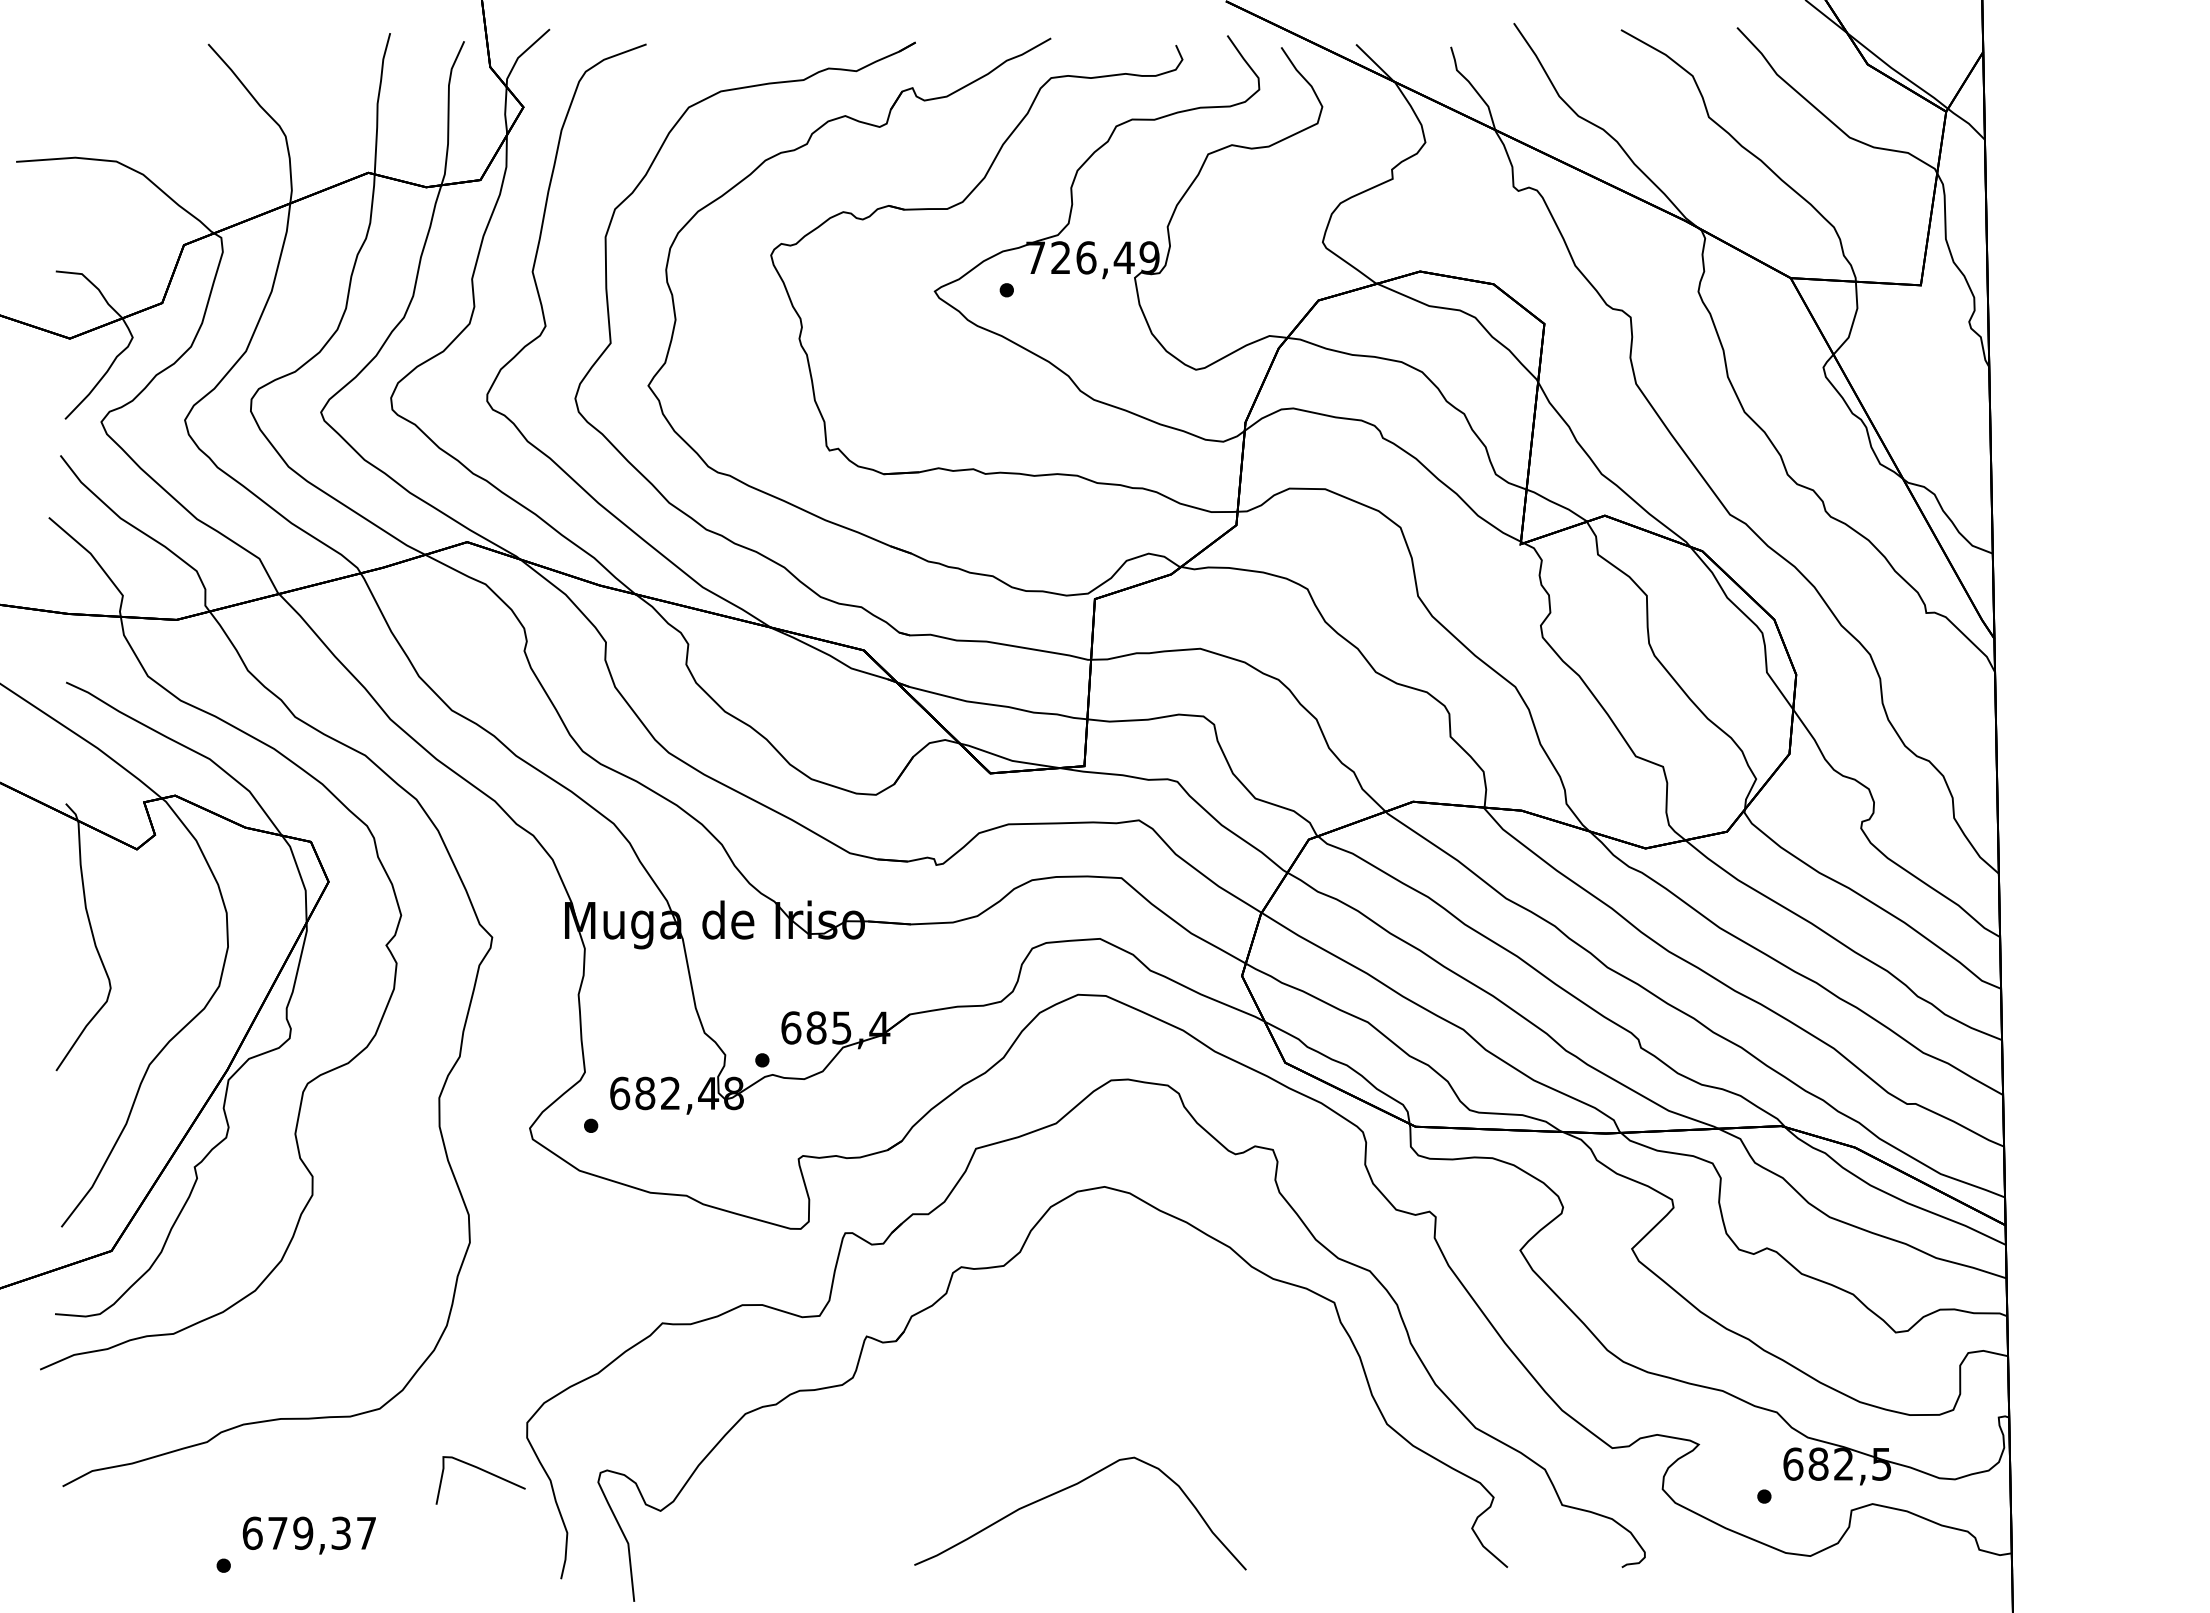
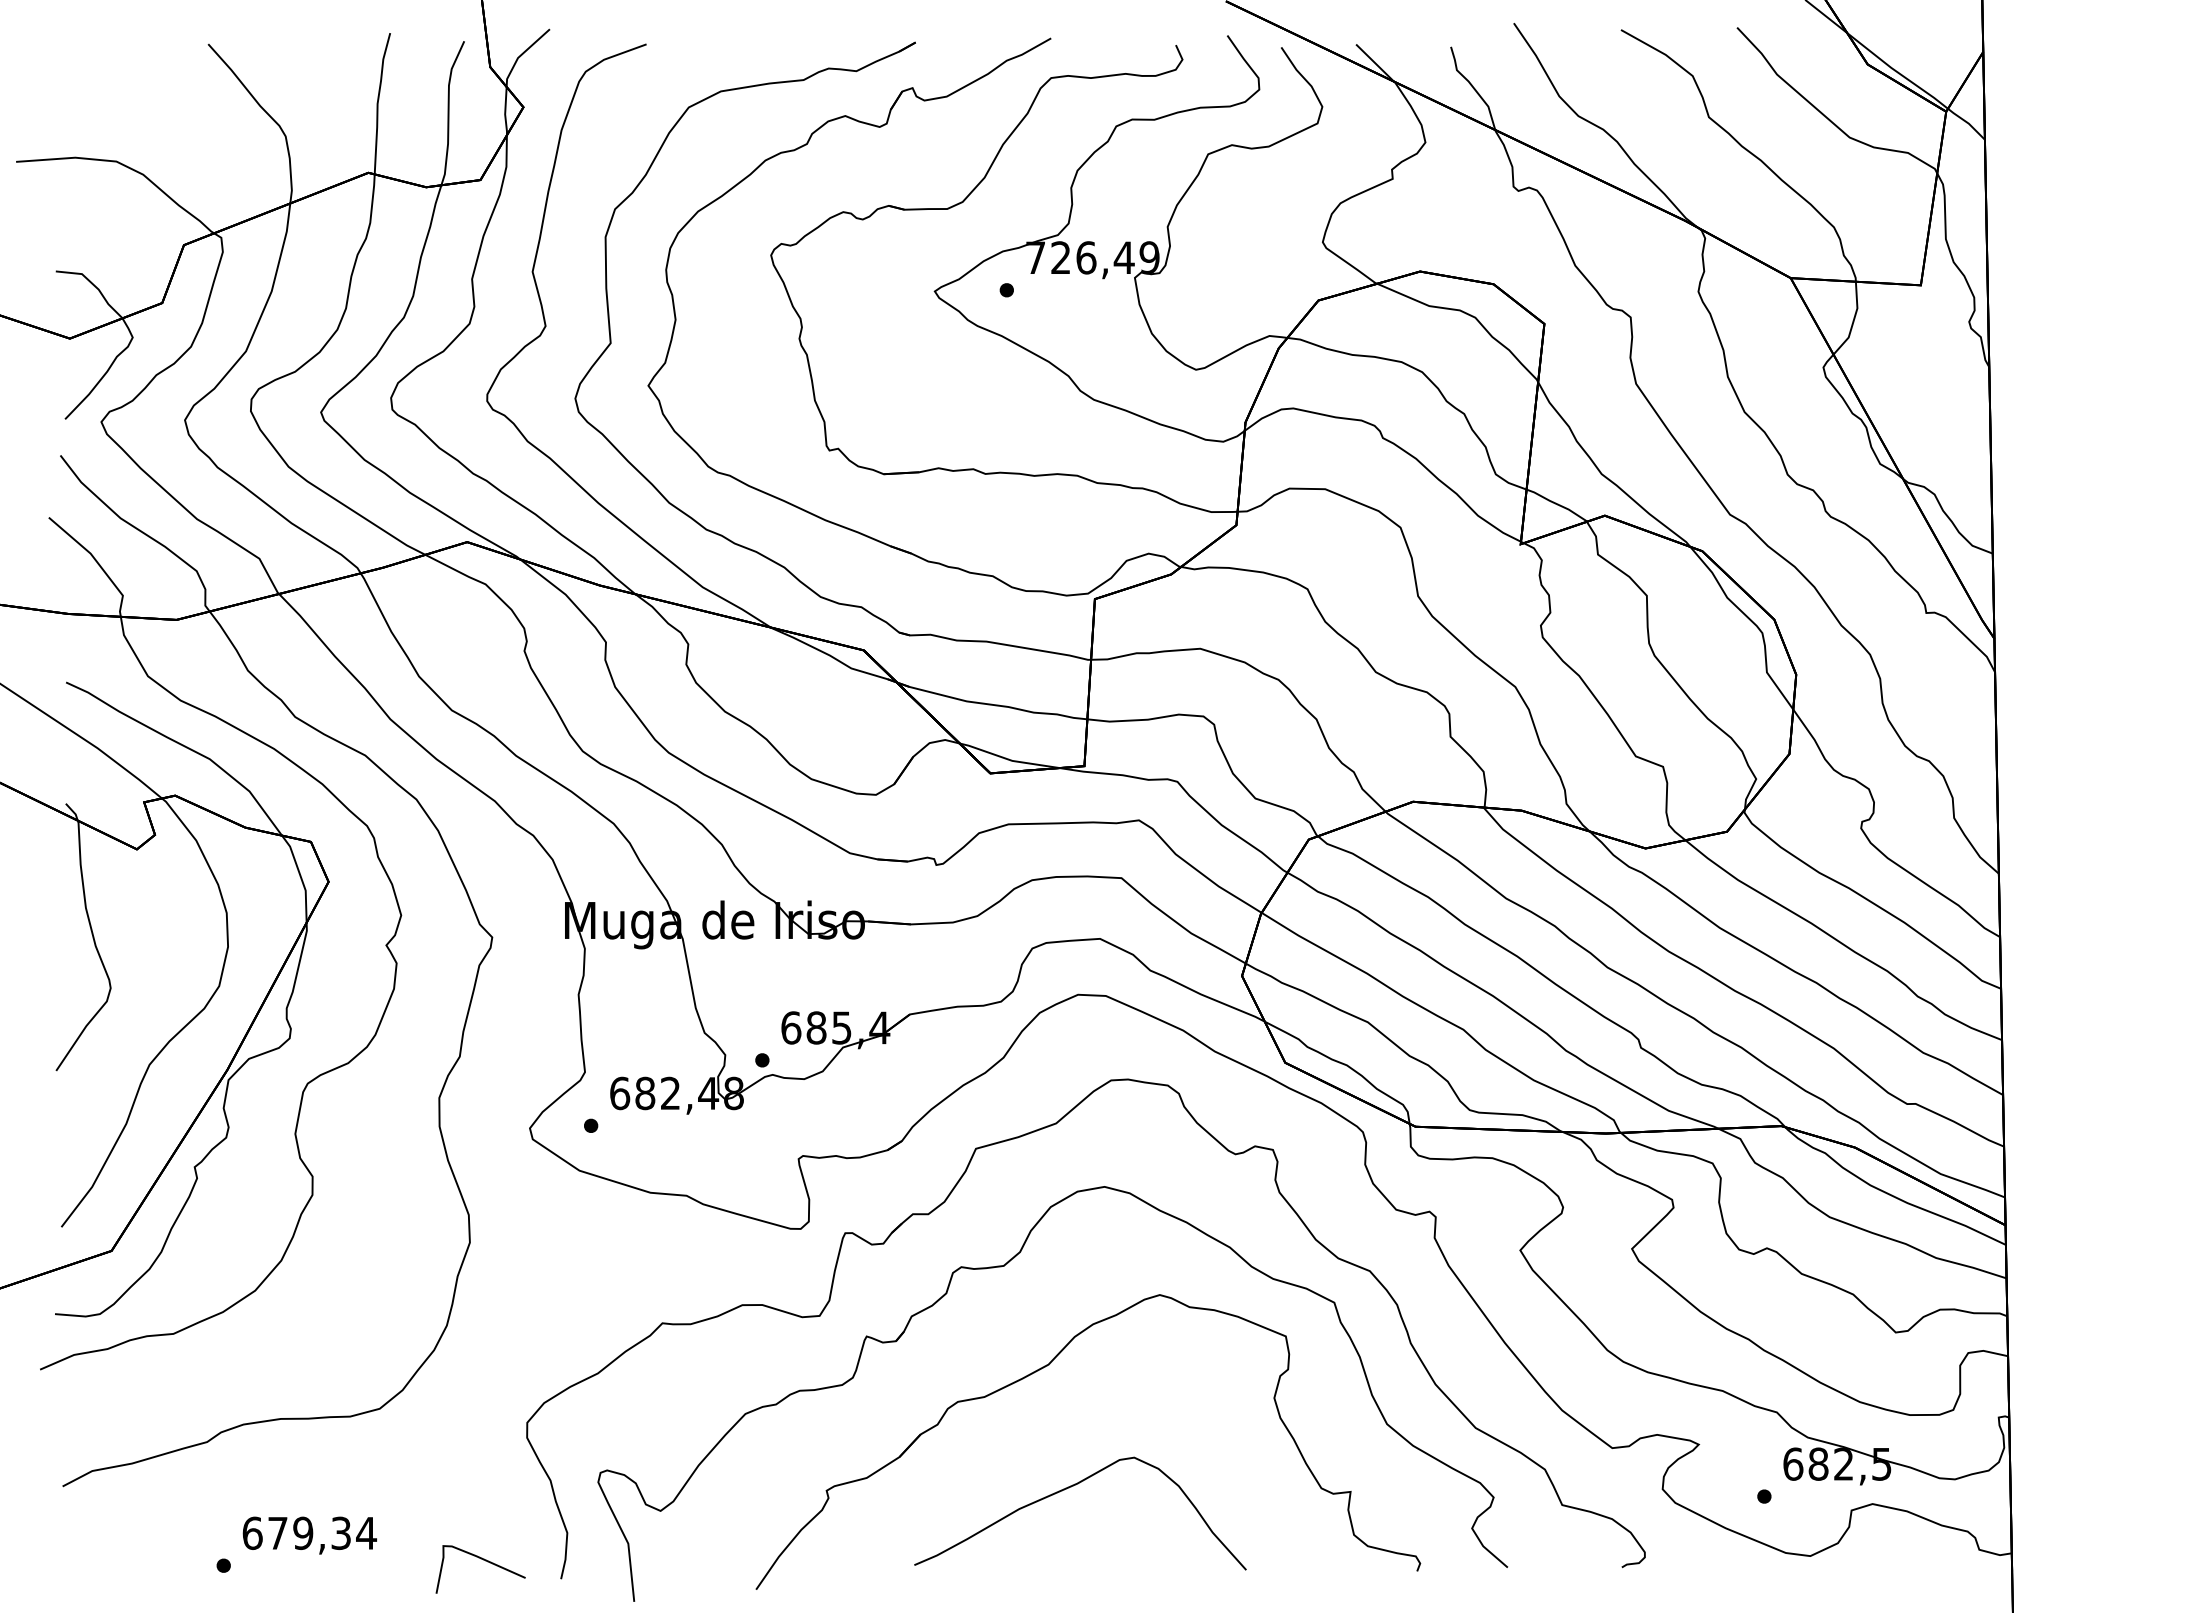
part at (1049, 1365): none -> present
curve at (485, 1472) position: (485, 1472) -> (485, 1561)
text at (366, 1533): 679,37 -> 679,34
